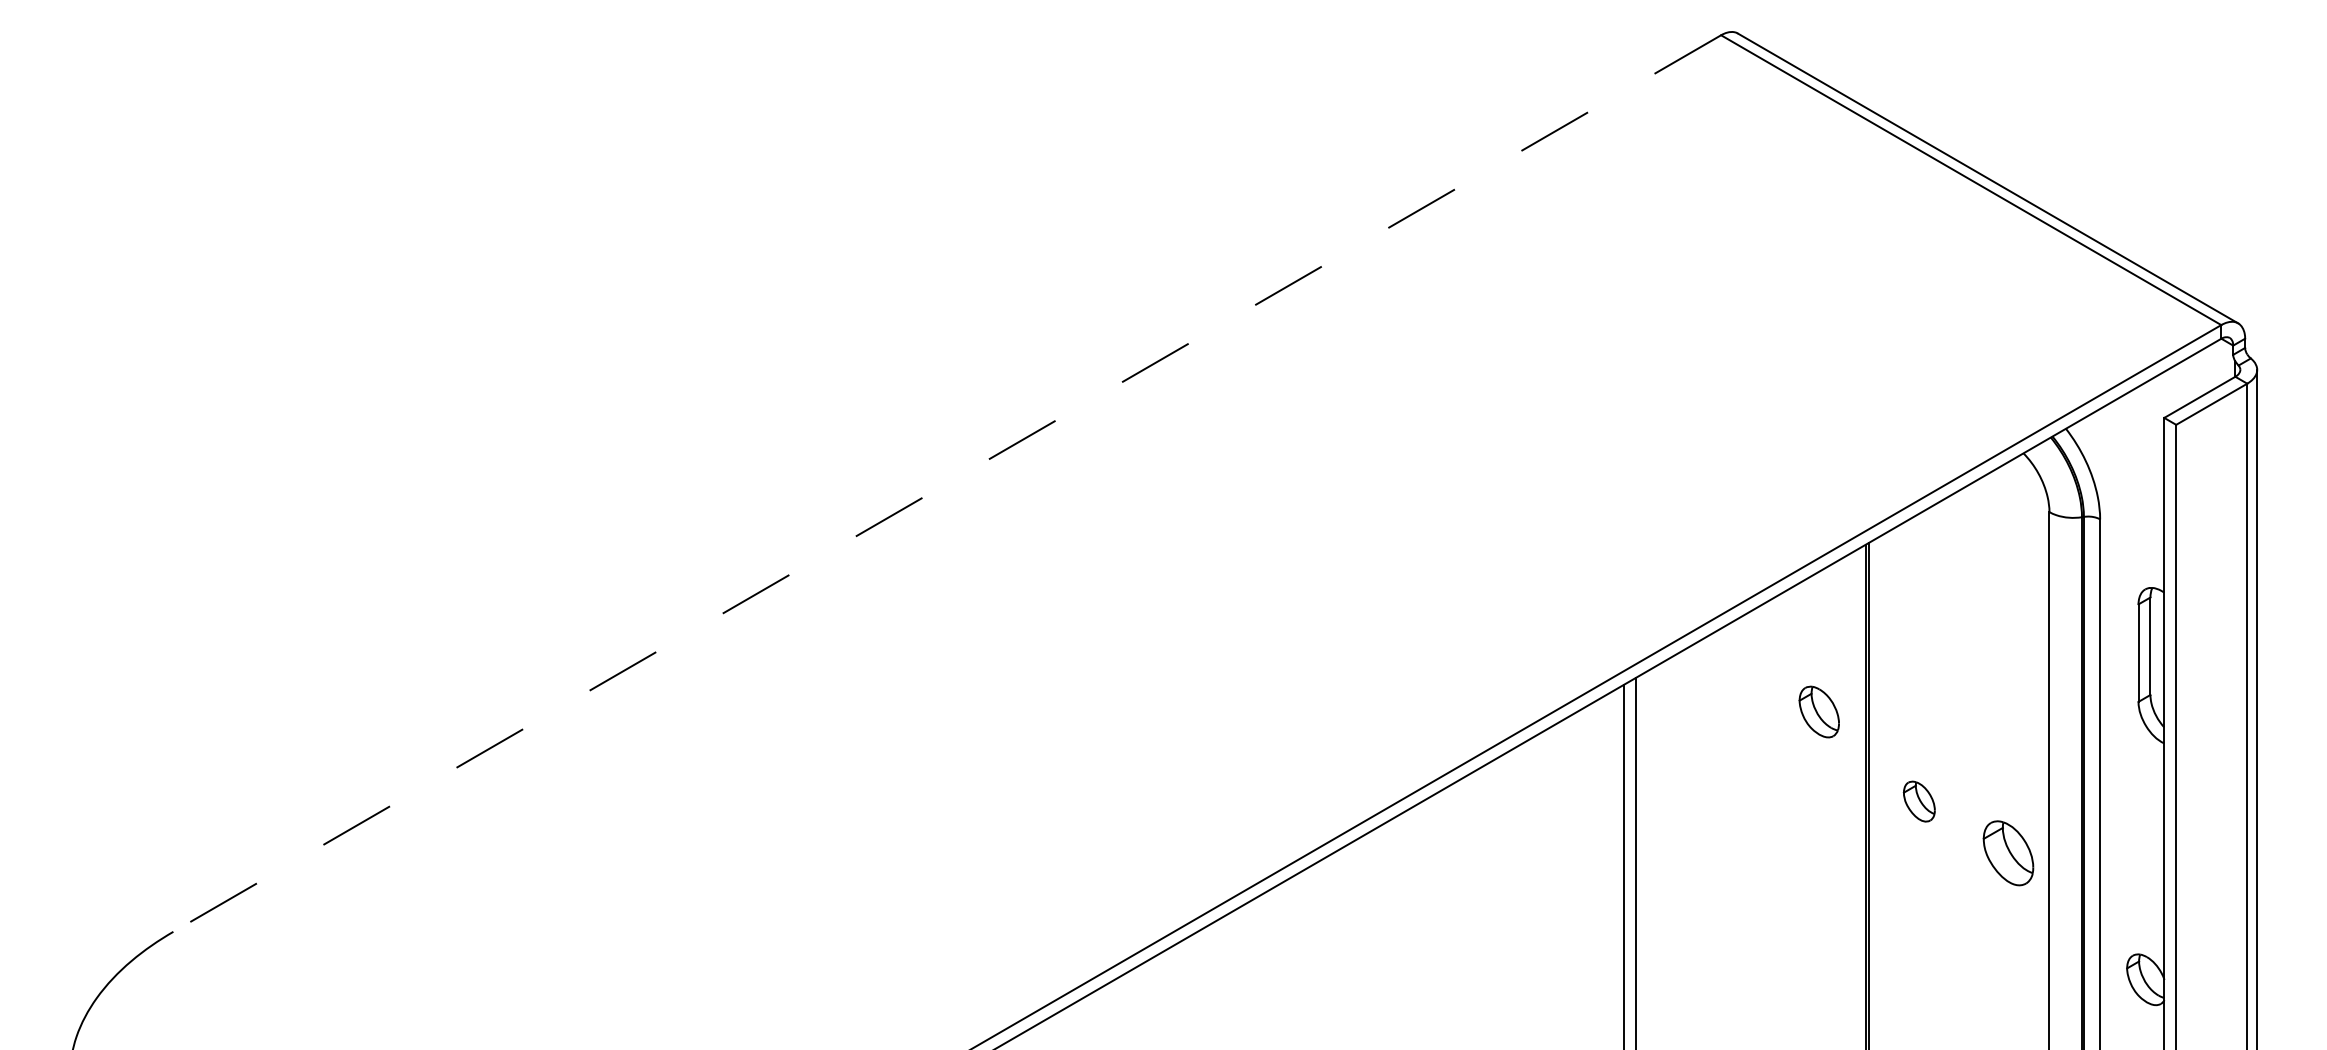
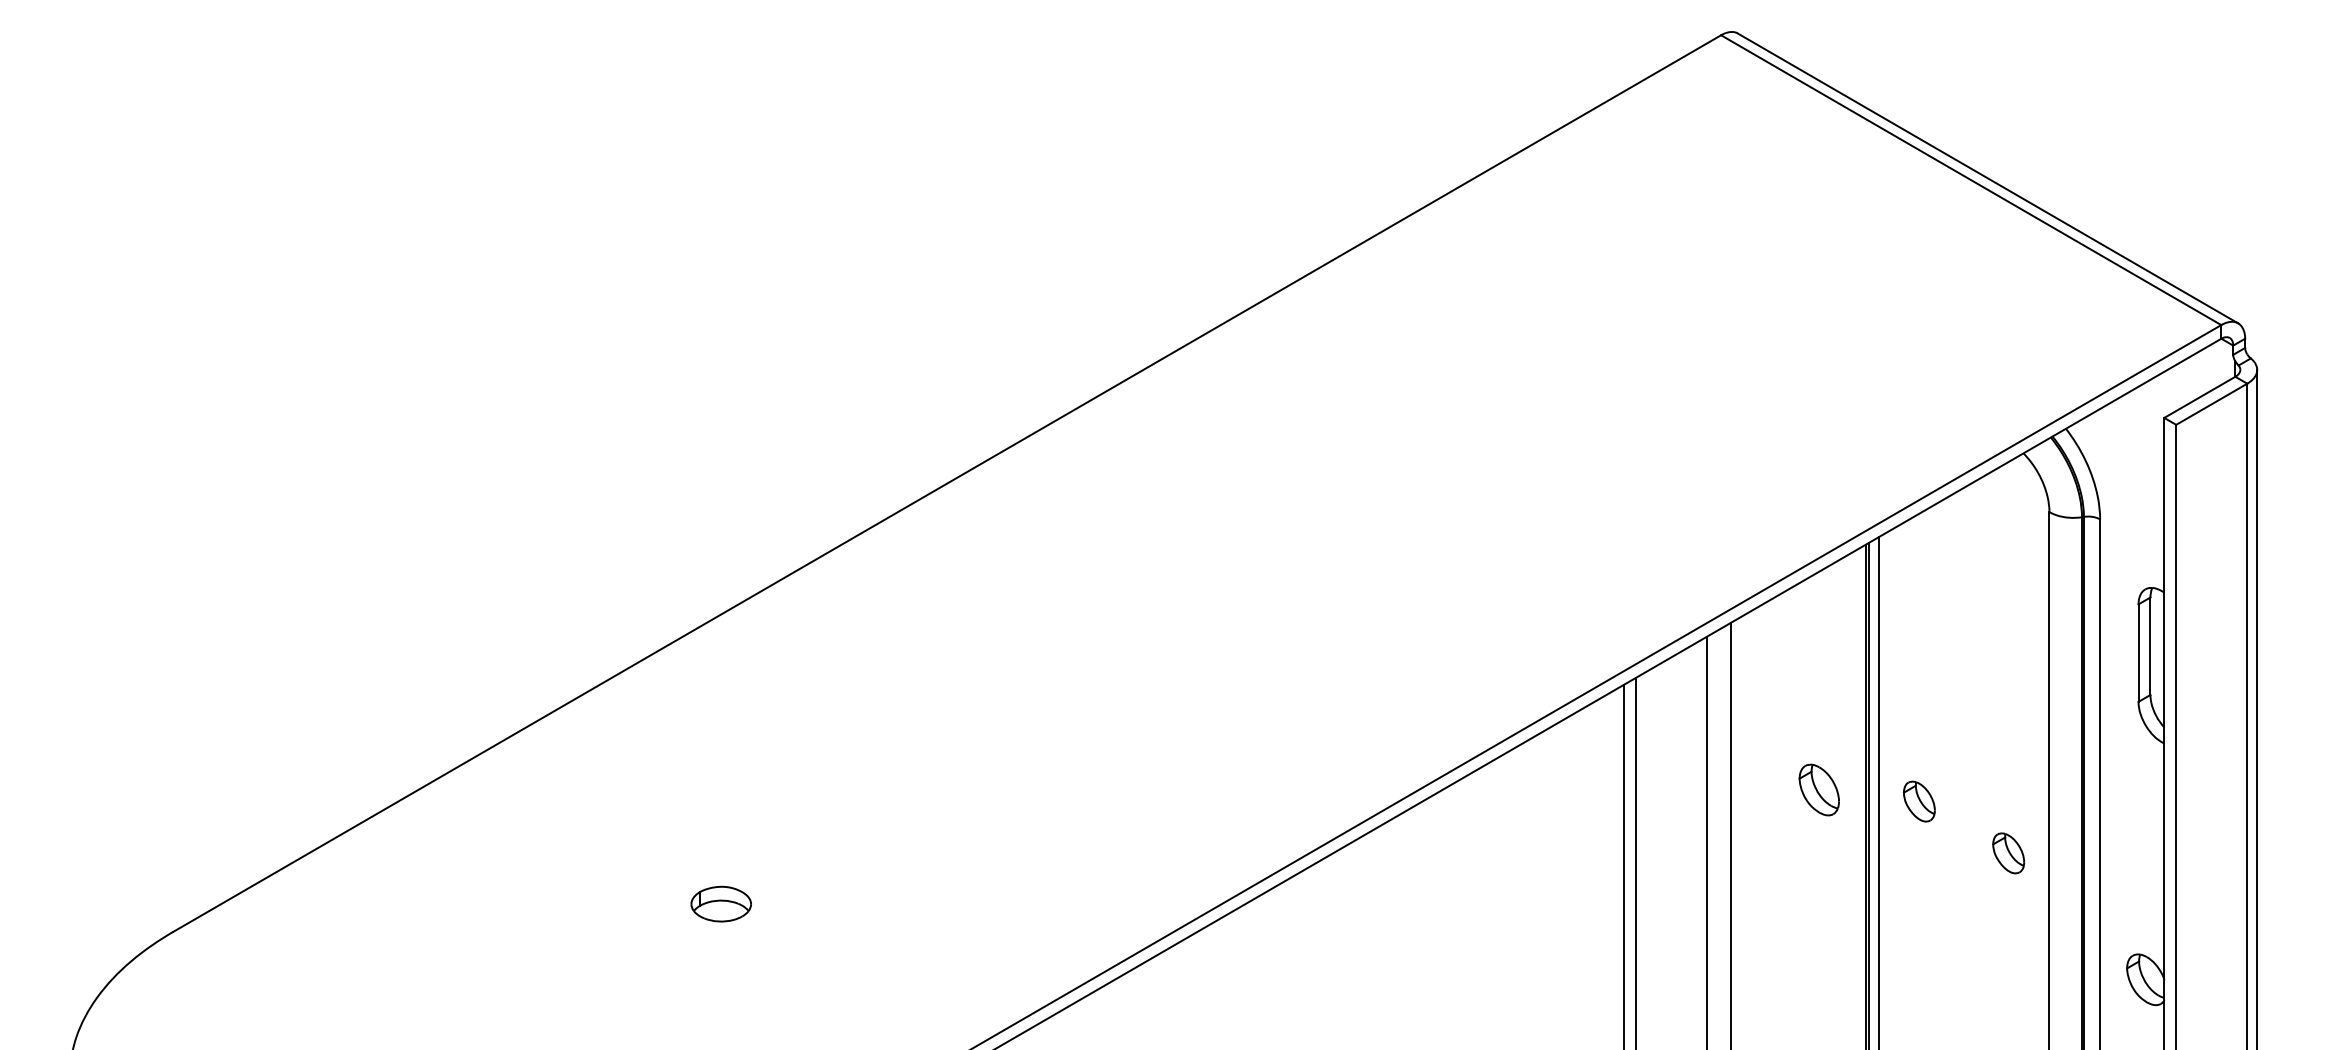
line at (946, 483): dashed -> solid
part at (1818, 711) position: (1818, 711) -> (1818, 789)
line at (1878, 791): none -> present
line at (1730, 834): none -> present
line at (1707, 841): none -> present
part at (2008, 853) size: 53x67 px -> 34x43 px
part at (720, 903): none -> present
